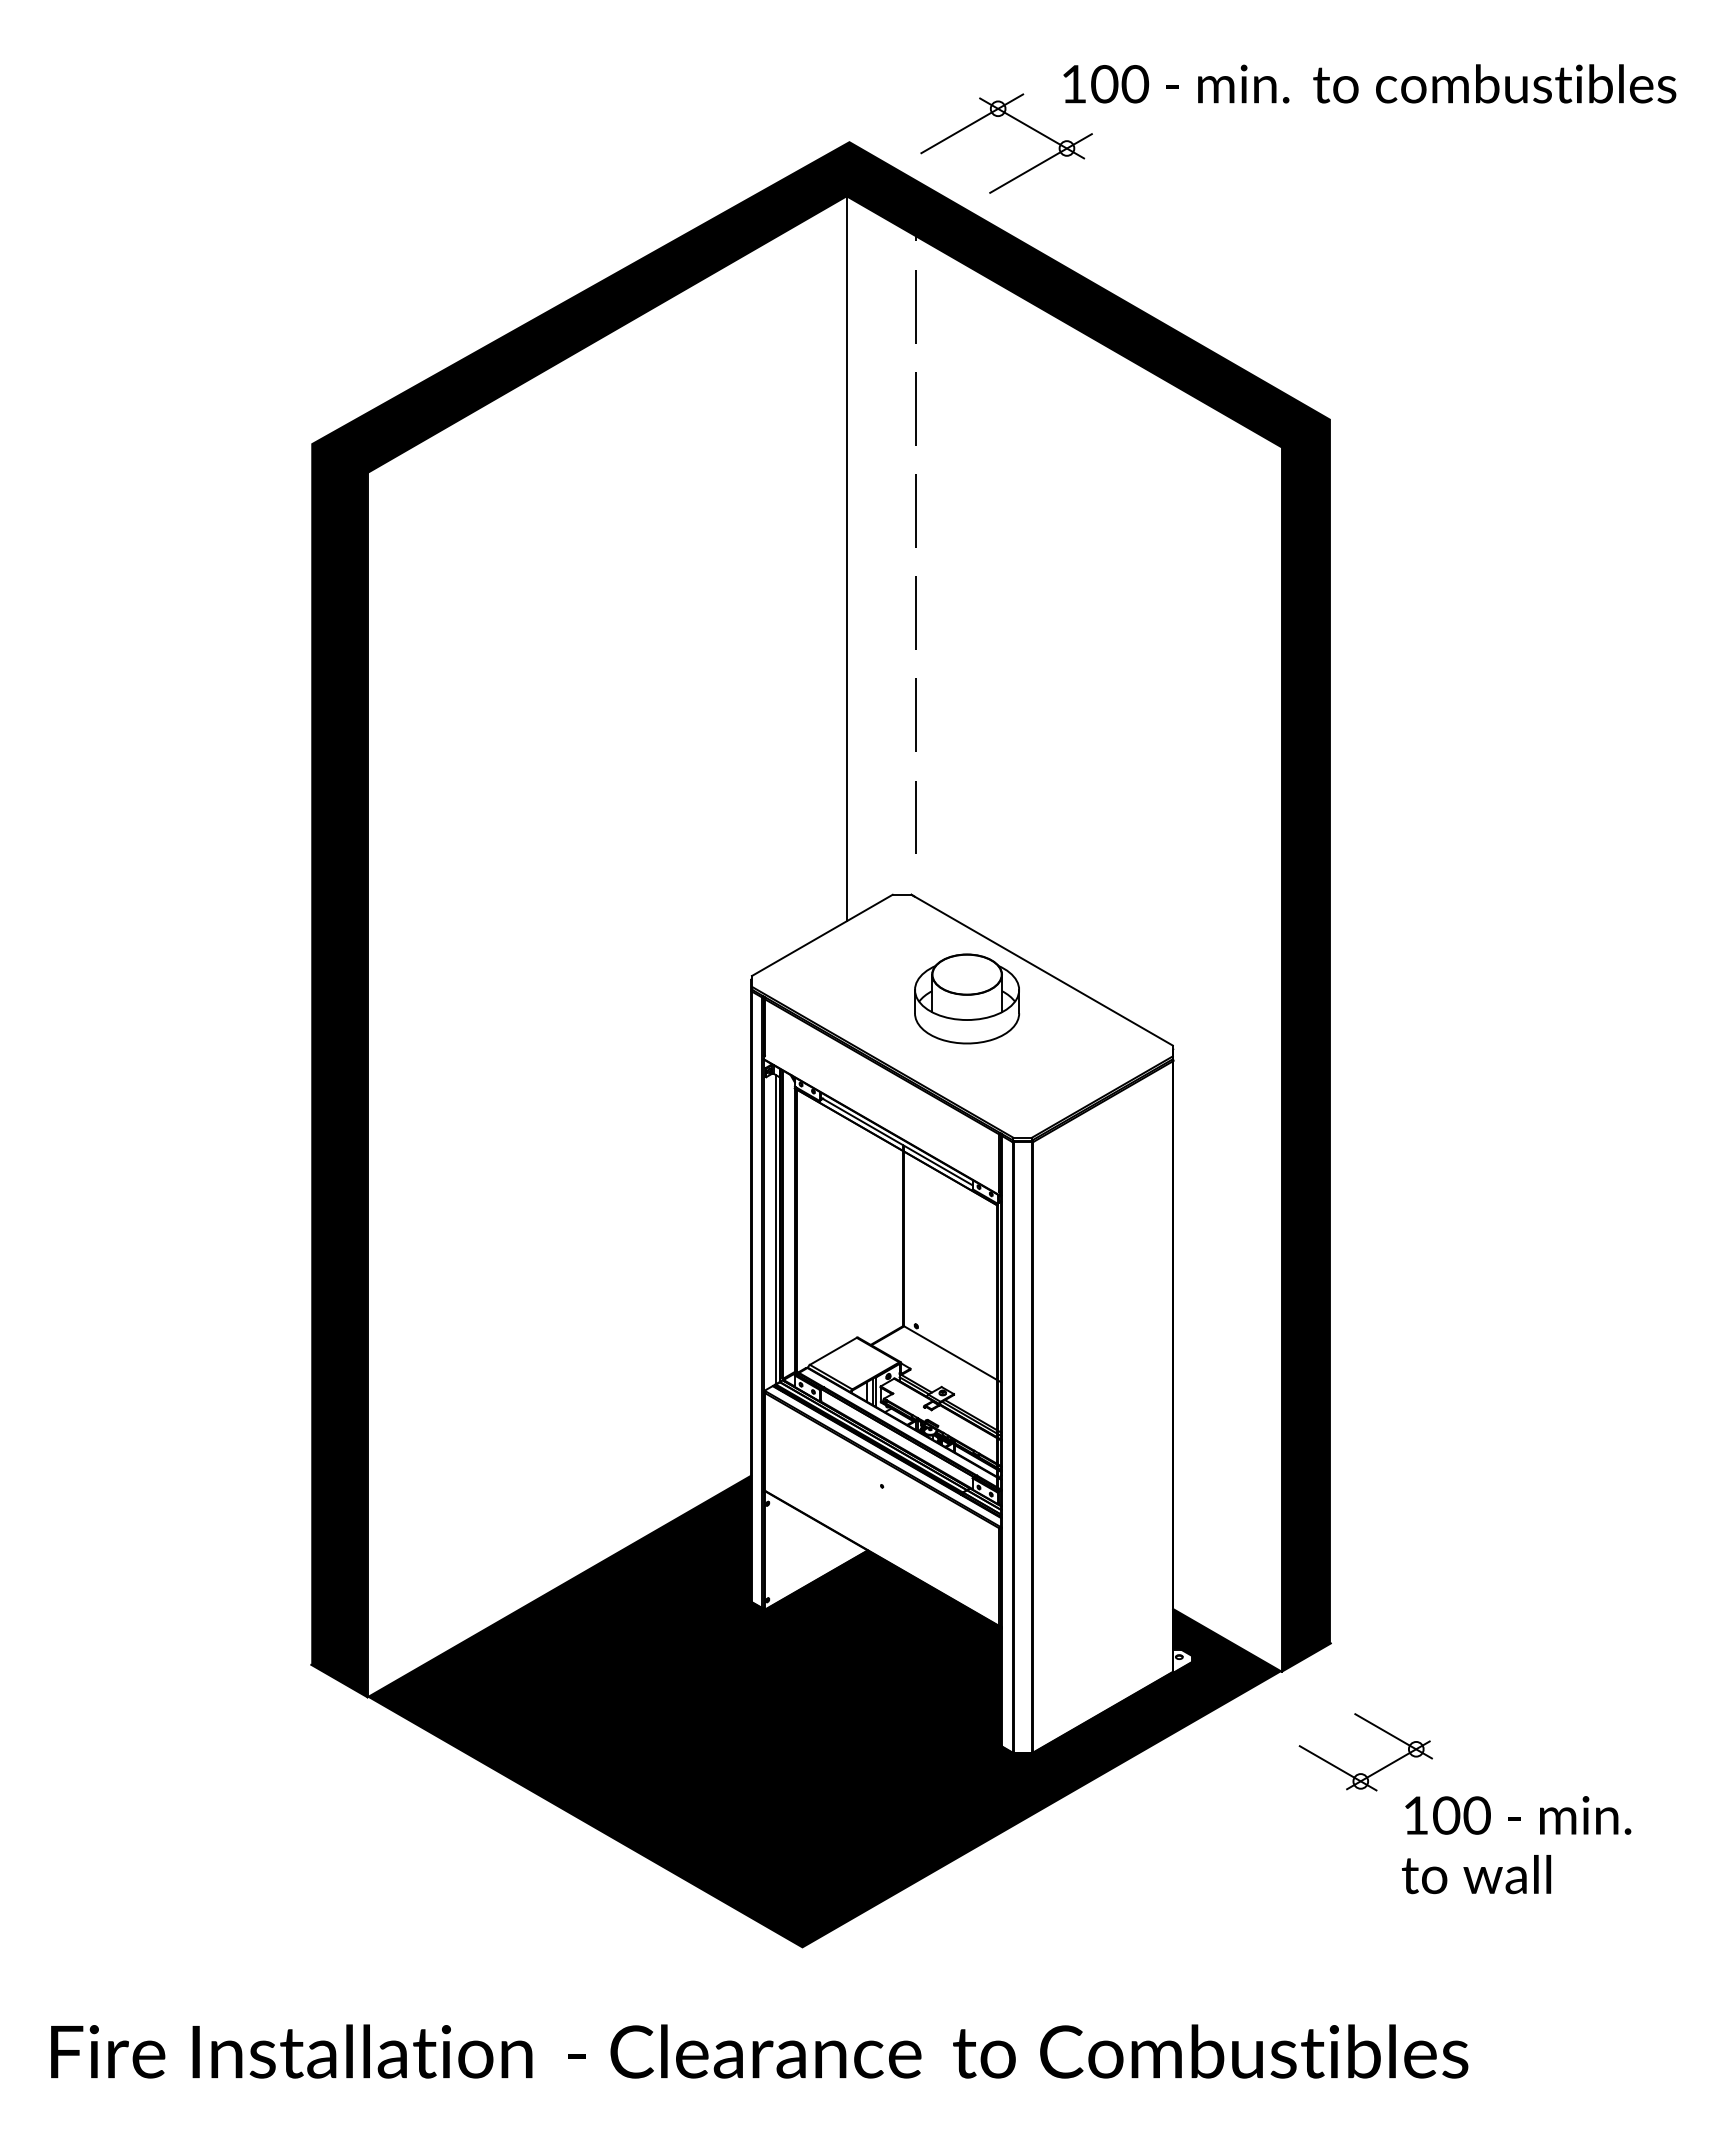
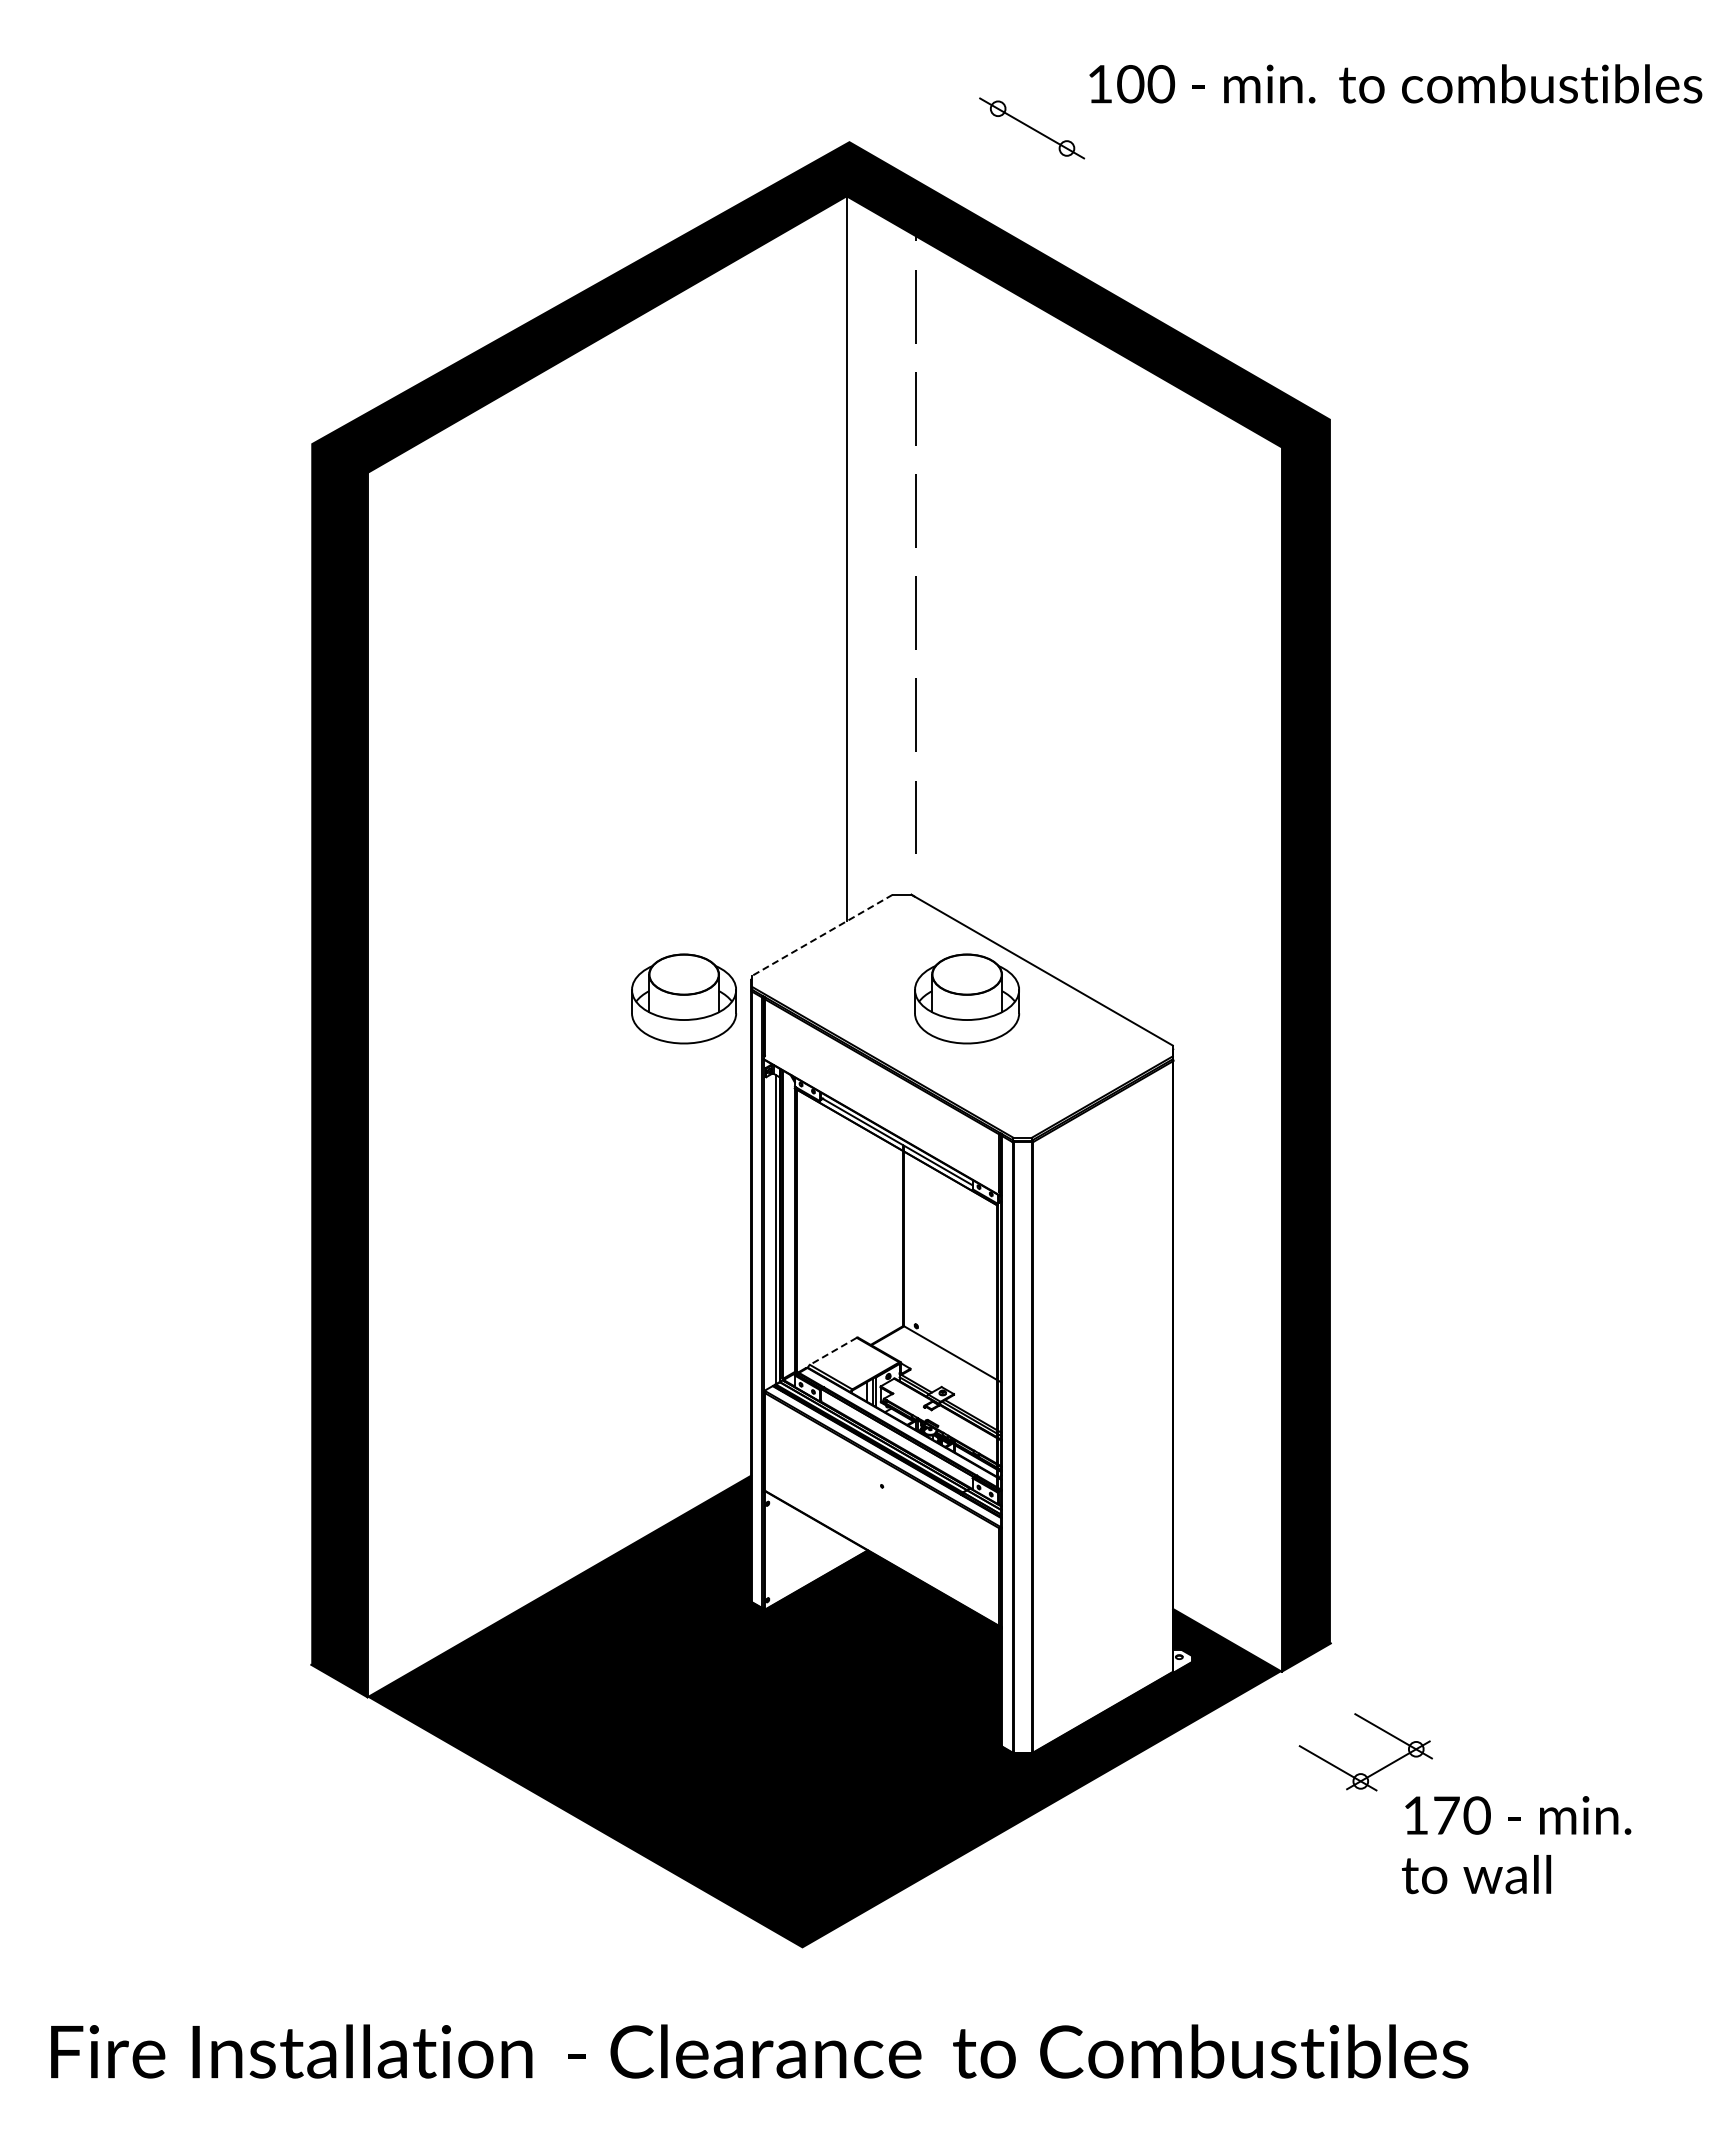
text at (1369, 83) position: (1369, 83) -> (1395, 83)
line at (972, 123): present -> none
line at (1040, 163): present -> none
line at (821, 935): solid -> dashed
part at (683, 998): none -> present
line at (832, 1351): solid -> dashed
text at (1446, 1815): 100 -> 170
